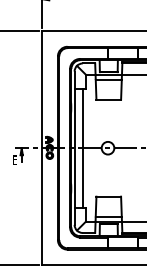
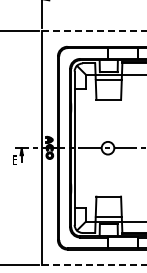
line at (94, 31): solid -> dashed
line at (82, 147): present -> none
line at (94, 265): solid -> dashed
